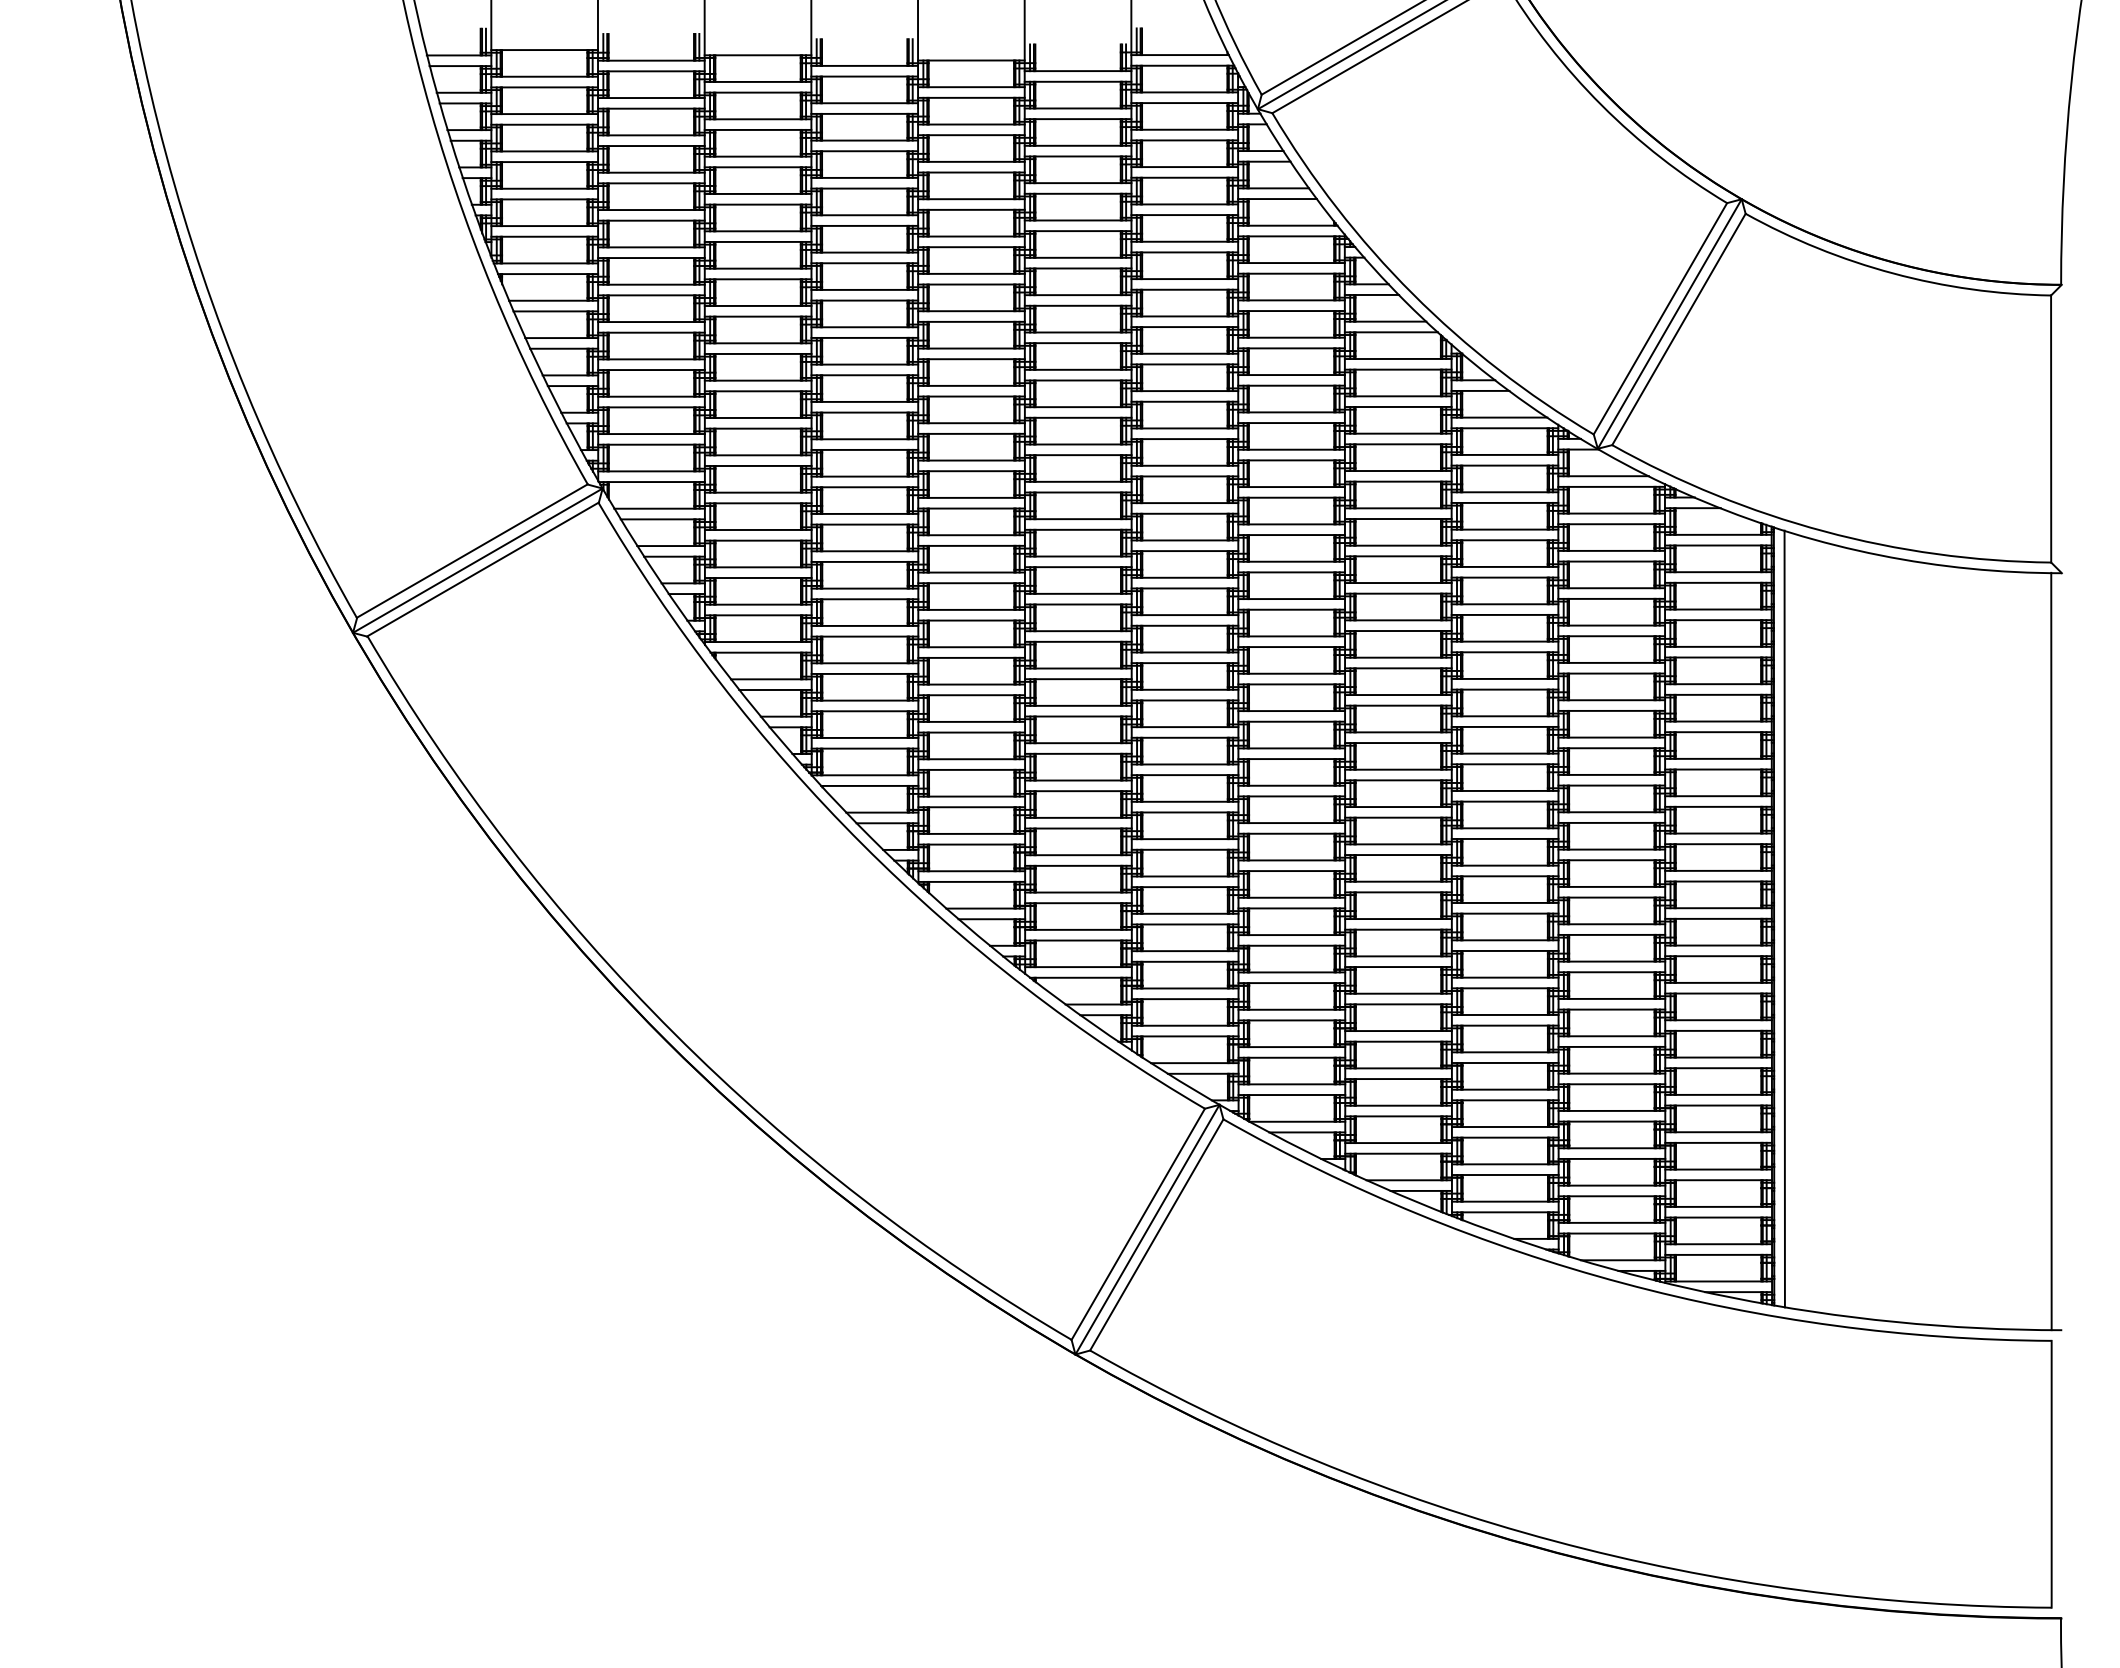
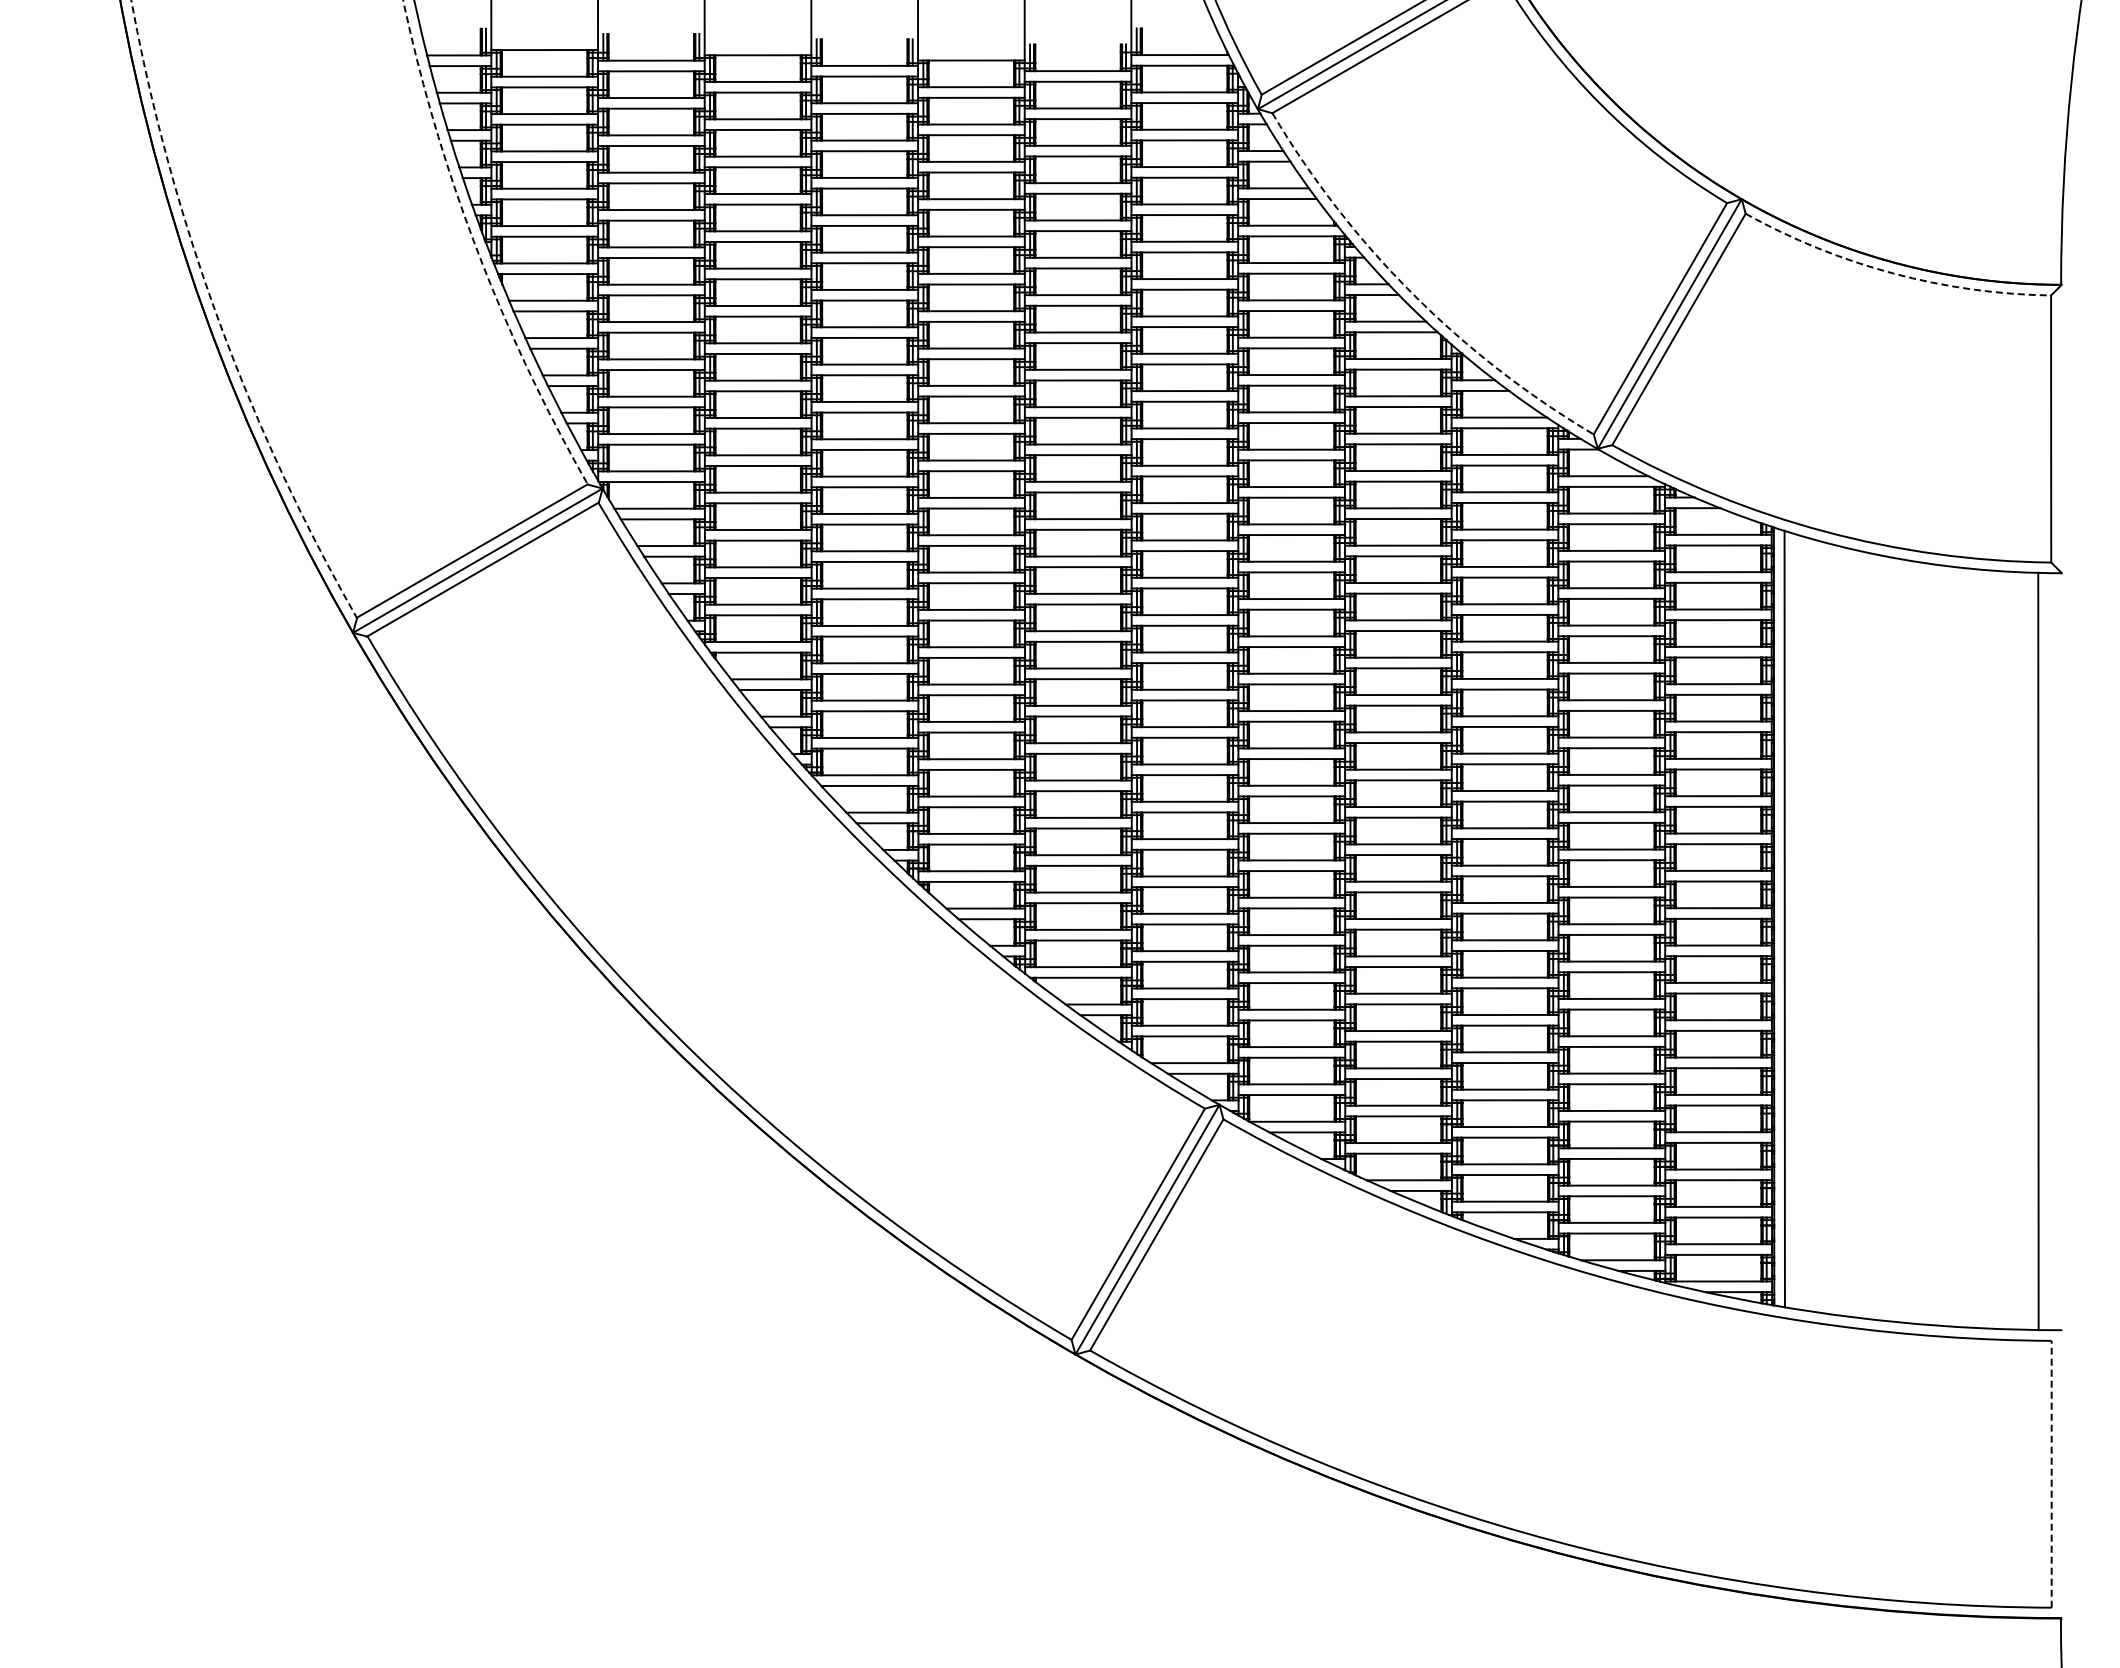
arc at (476, 248): solid -> dashed
arc at (1893, 273): solid -> dashed
arc at (1412, 294): solid -> dashed
arc at (217, 318): solid -> dashed
line at (2051, 951) position: (2051, 951) -> (2038, 951)
line at (2051, 1473): solid -> dashed
